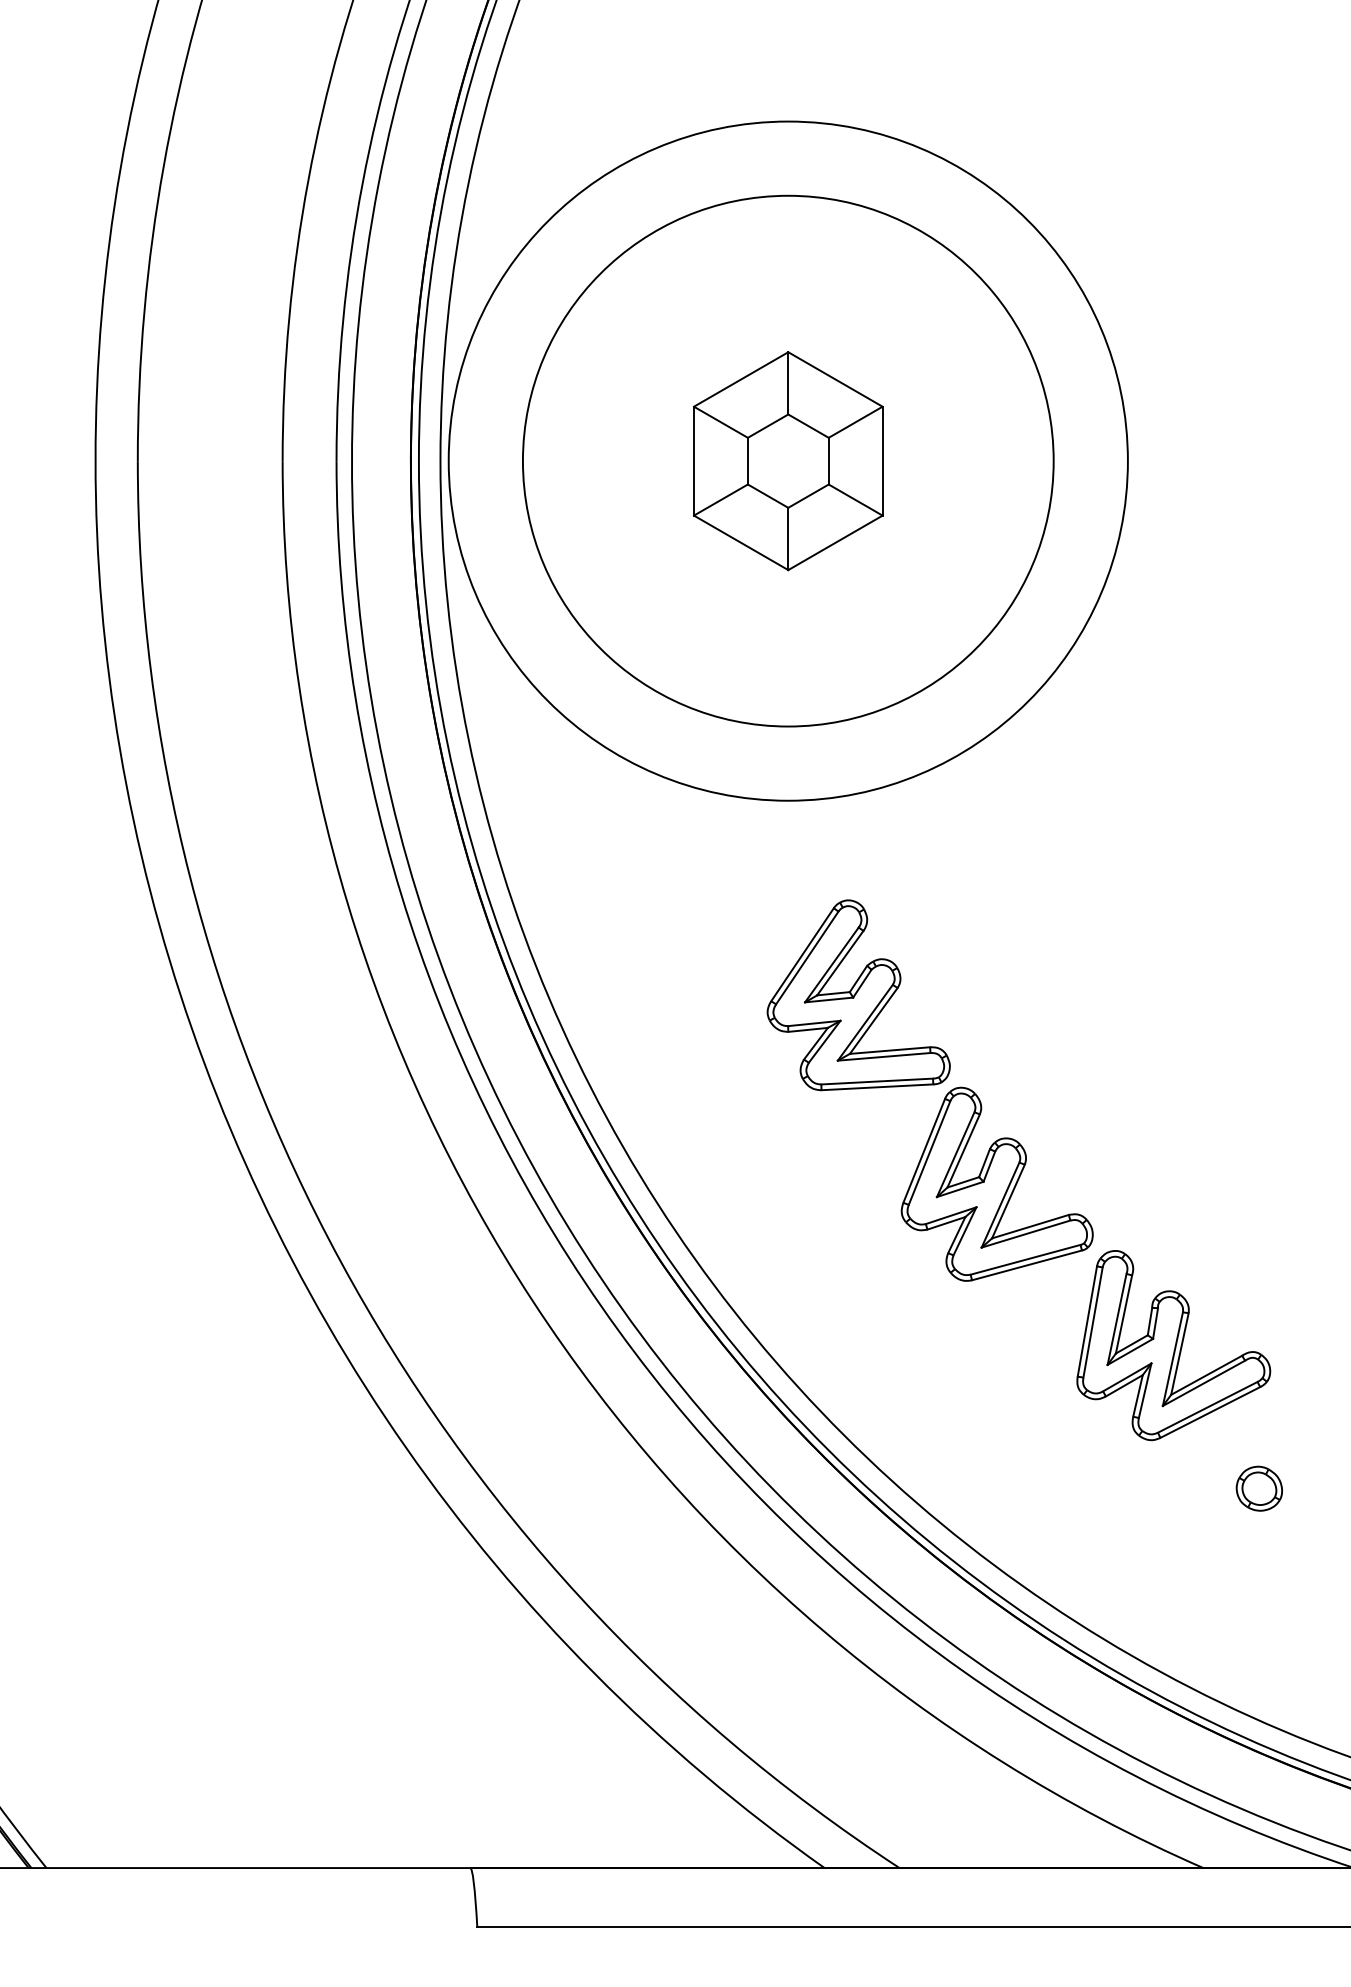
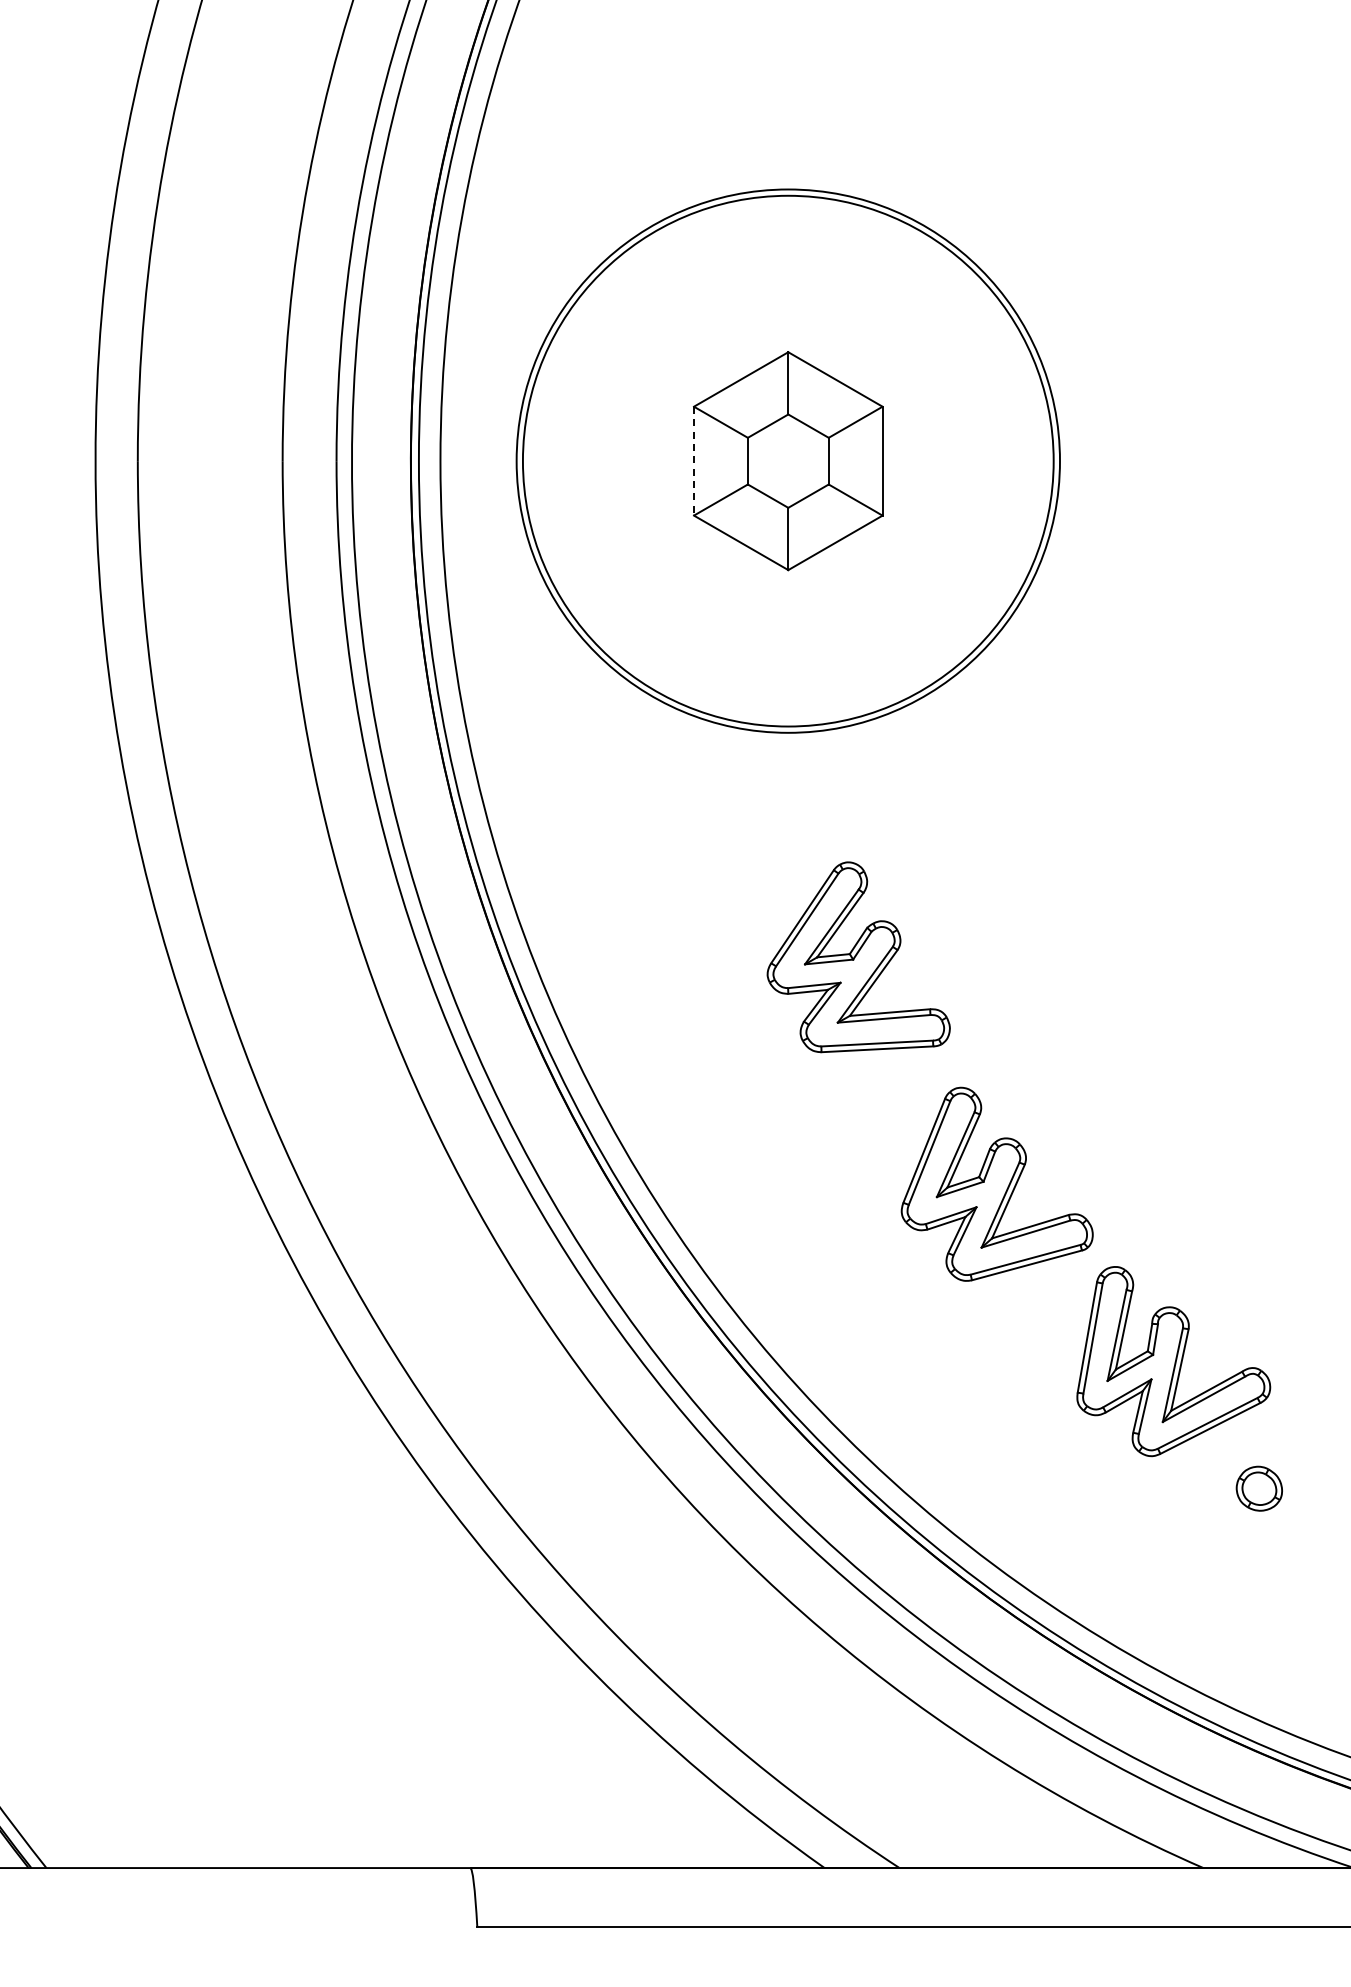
circle at (787, 460) diameter: 679 px -> 543 px
line at (693, 461): solid -> dashed
part at (858, 995) position: (858, 995) -> (858, 957)
part at (1173, 1345) position: (1173, 1345) -> (1173, 1361)
